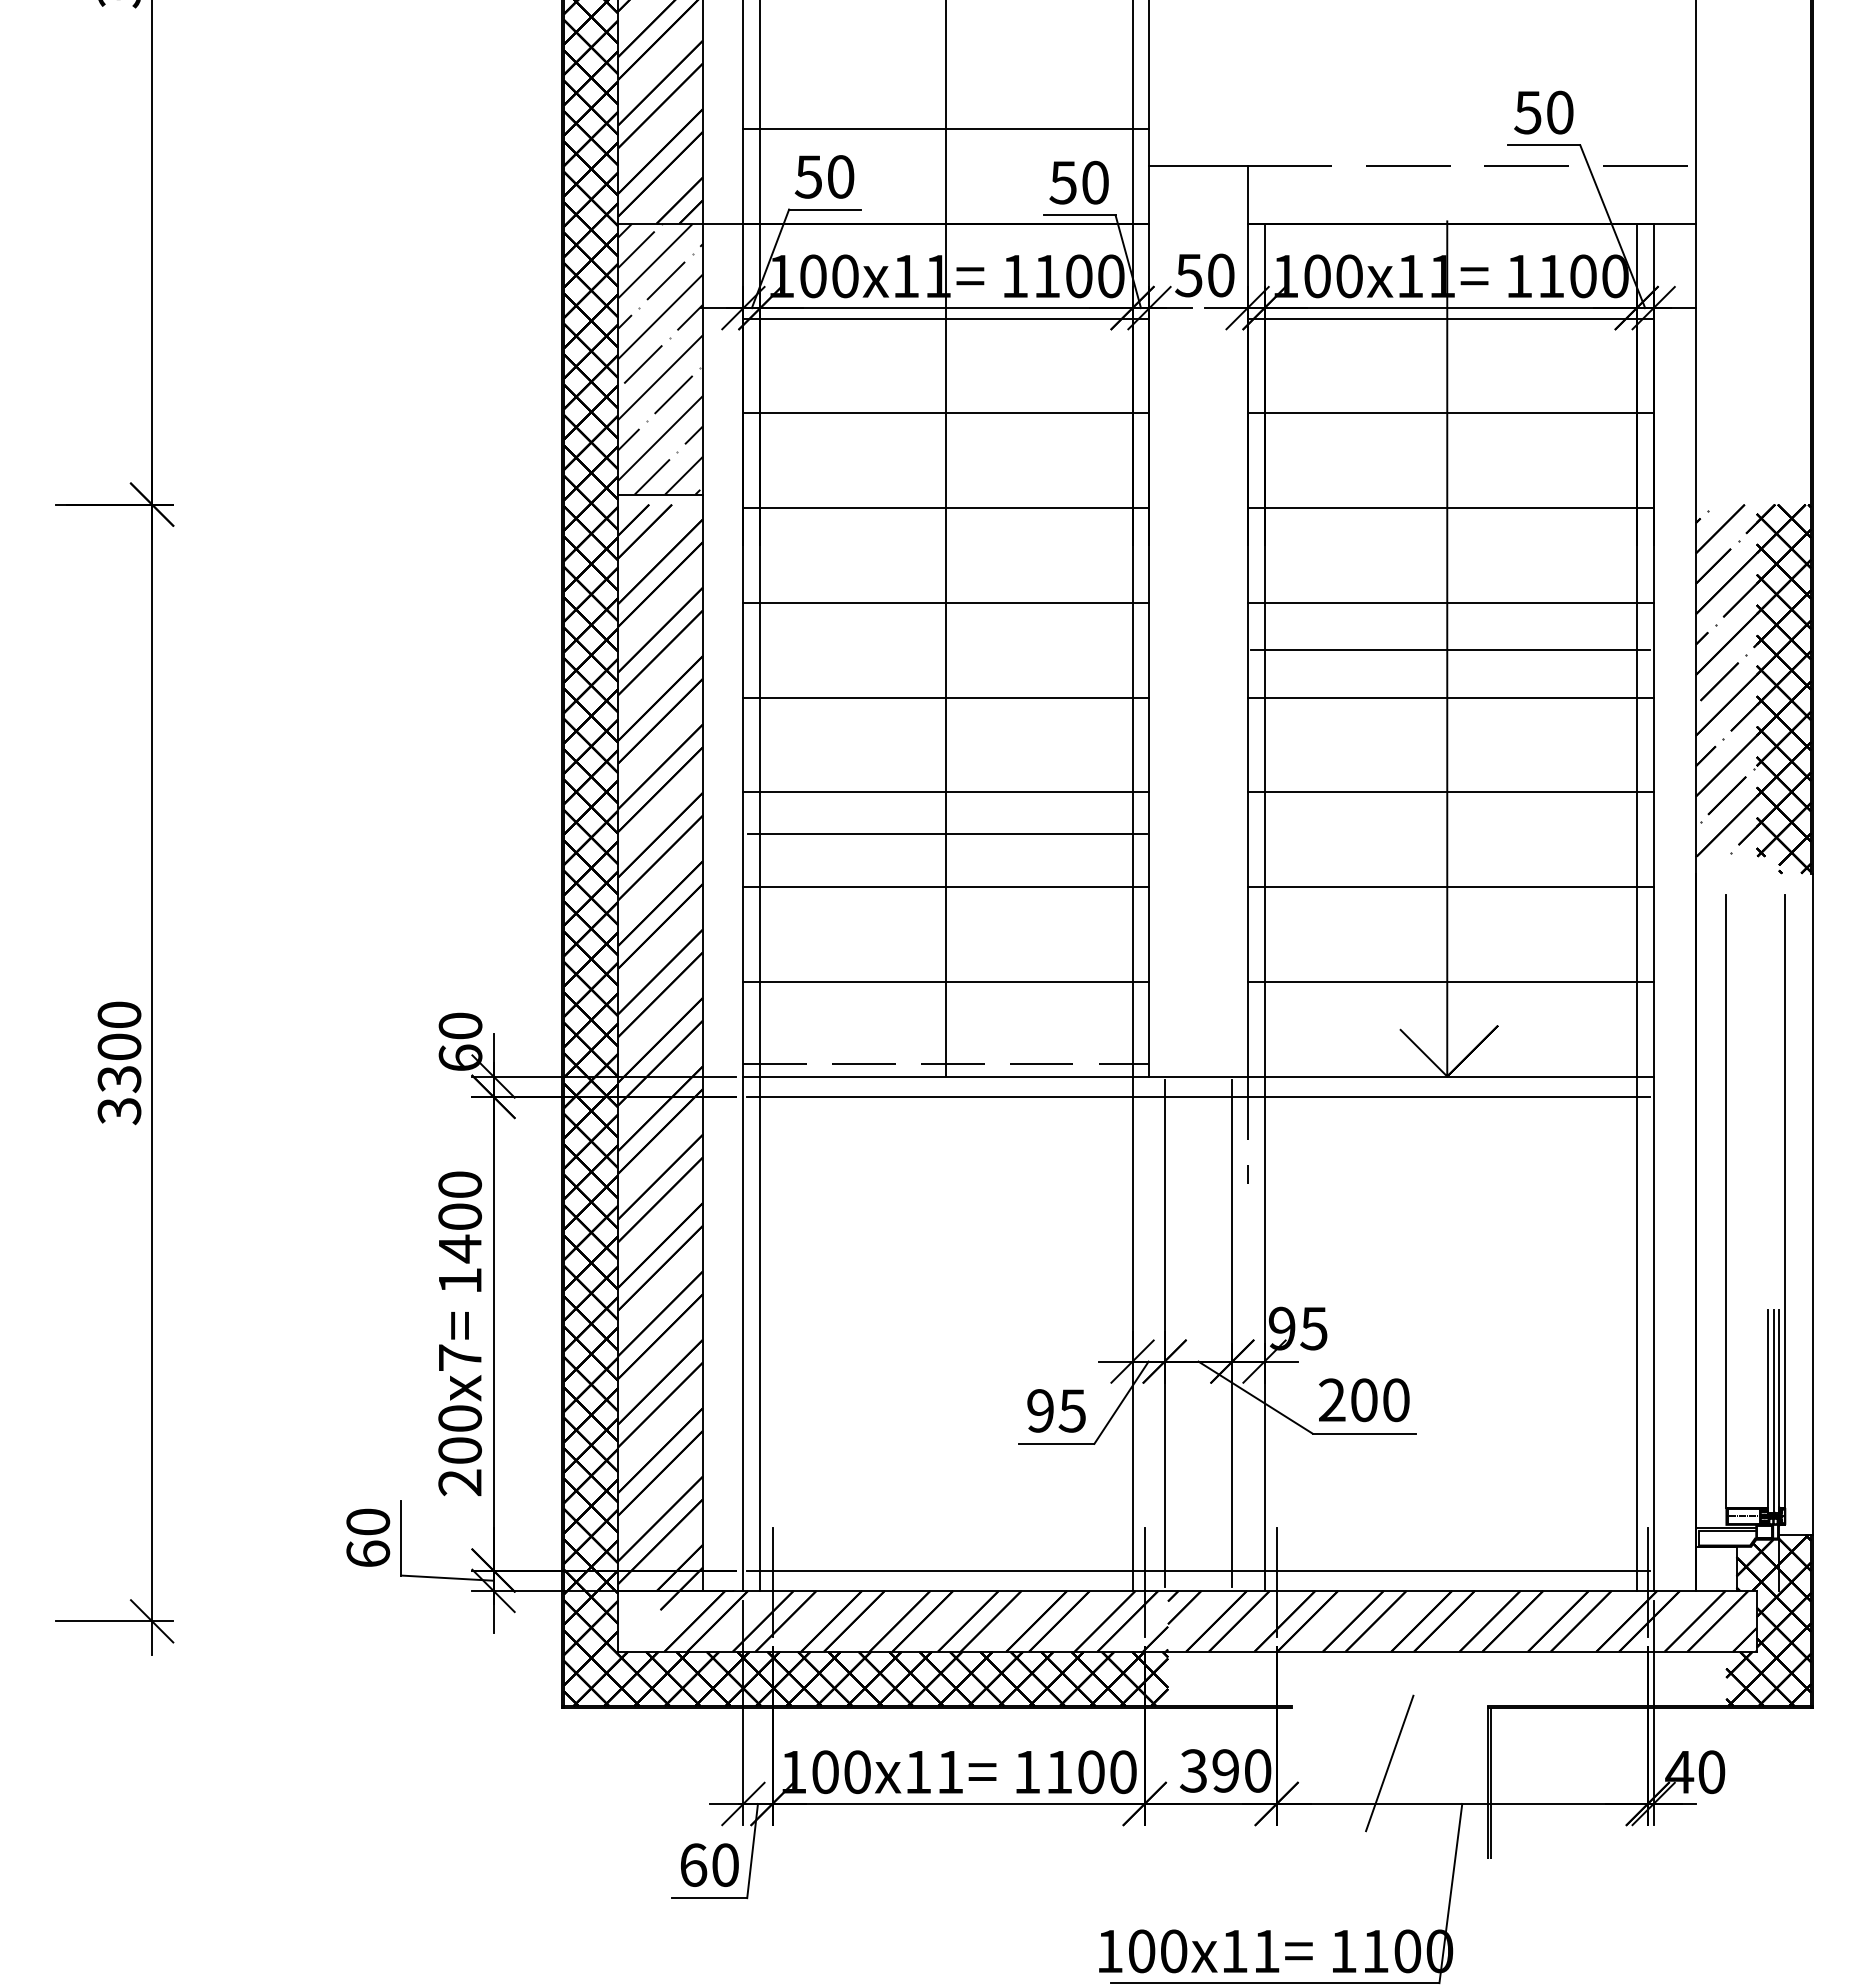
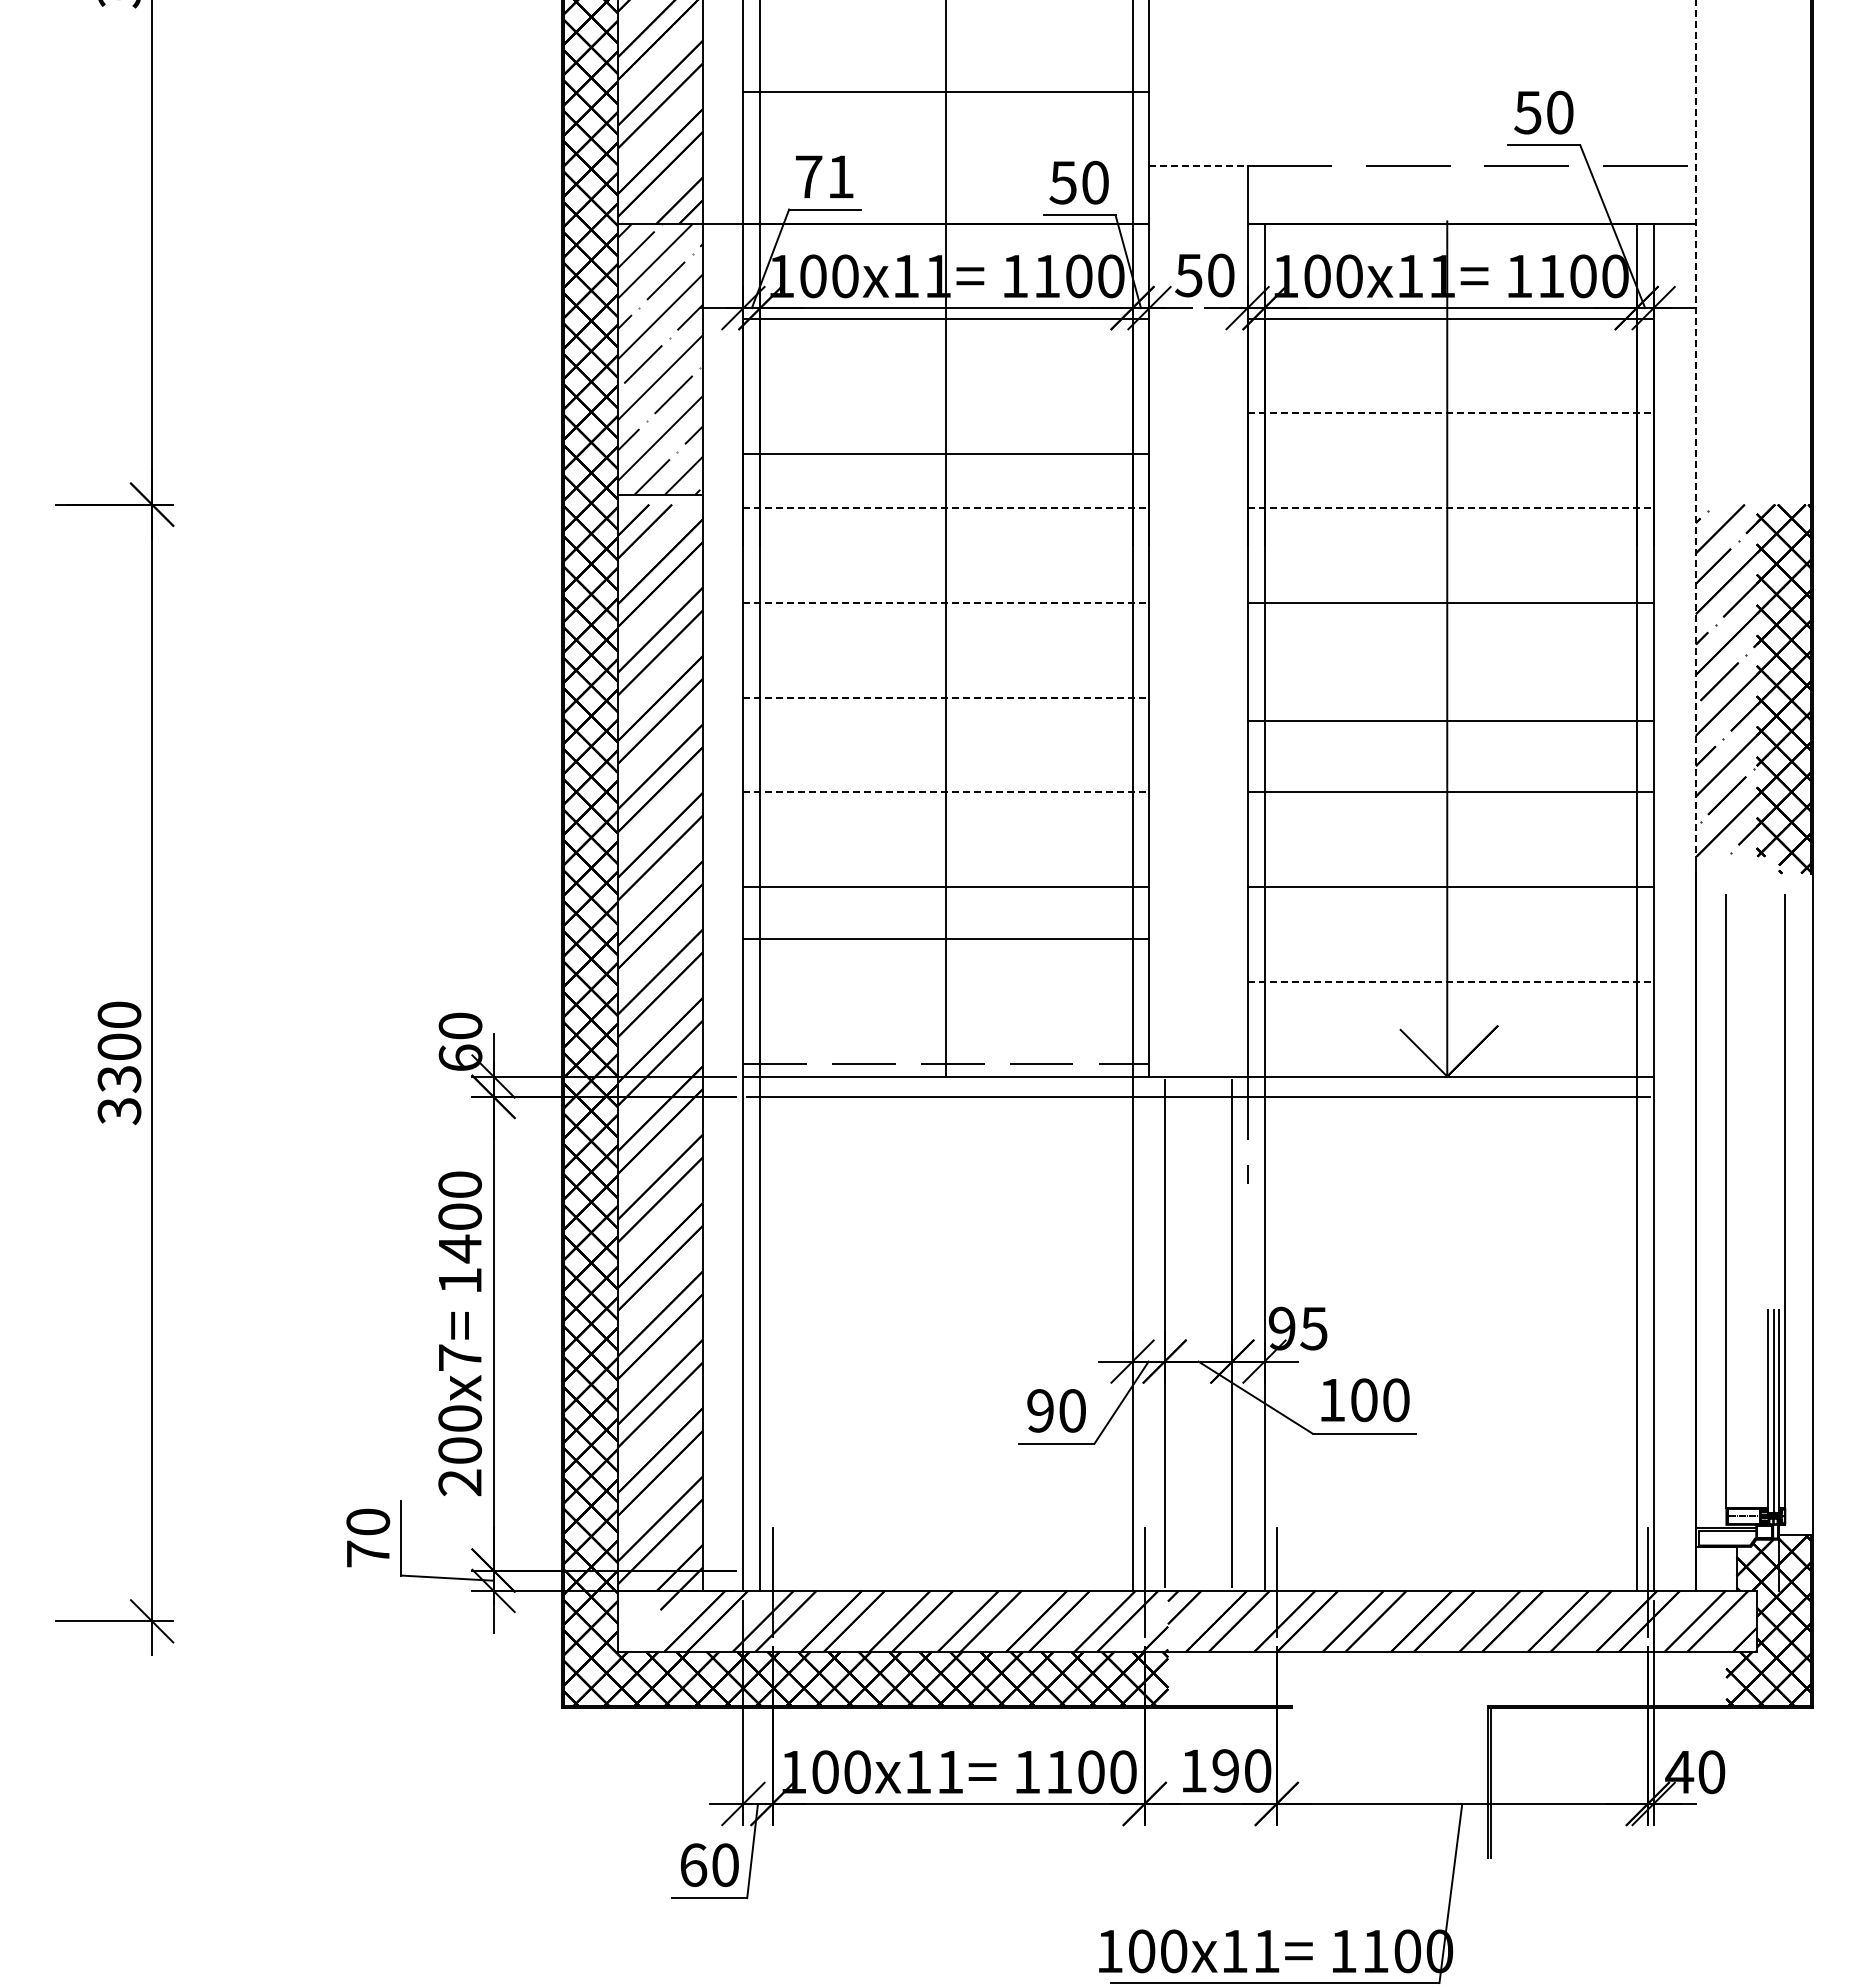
line at (946, 129) position: (946, 129) -> (946, 92)
line at (1199, 166): solid -> dashed
text at (824, 176): 50 -> 71
line at (946, 413) position: (946, 413) -> (946, 454)
line at (1451, 413): solid -> dashed
line at (1695, 428): solid -> dashed
line at (946, 508): solid -> dashed
line at (1451, 508): solid -> dashed
line at (946, 602): solid -> dashed
line at (1450, 650): present -> none
line at (946, 697): solid -> dashed
line at (1450, 697) position: (1450, 697) -> (1450, 720)
line at (946, 792): solid -> dashed
line at (947, 834): present -> none
line at (946, 981) position: (946, 981) -> (946, 938)
line at (1451, 981): solid -> dashed
text at (1332, 1399): 200 -> 100
text at (1071, 1410): 95 -> 90
text at (368, 1553): 60 -> 70
line at (1198, 1570): present -> none
line at (1389, 1763): present -> none
text at (1193, 1770): 390 -> 190
